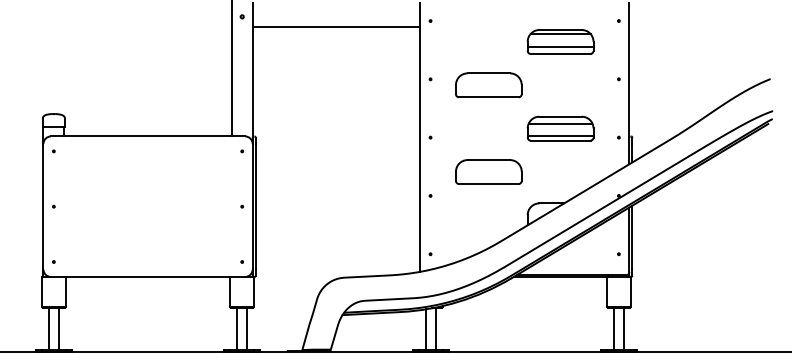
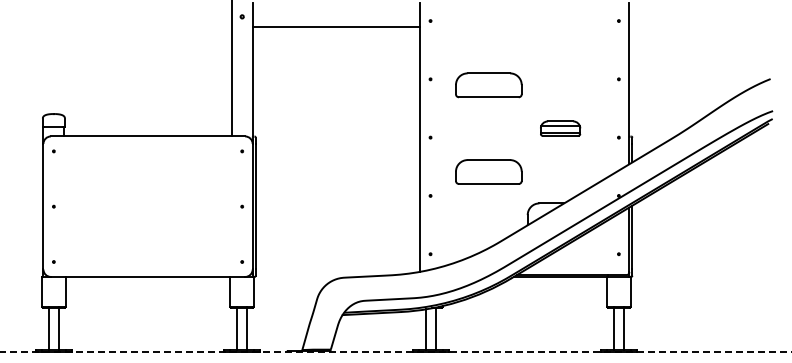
part at (560, 41): present -> none
part at (560, 128) size: 69x27 px -> 42x17 px
line at (396, 351): solid -> dashed
